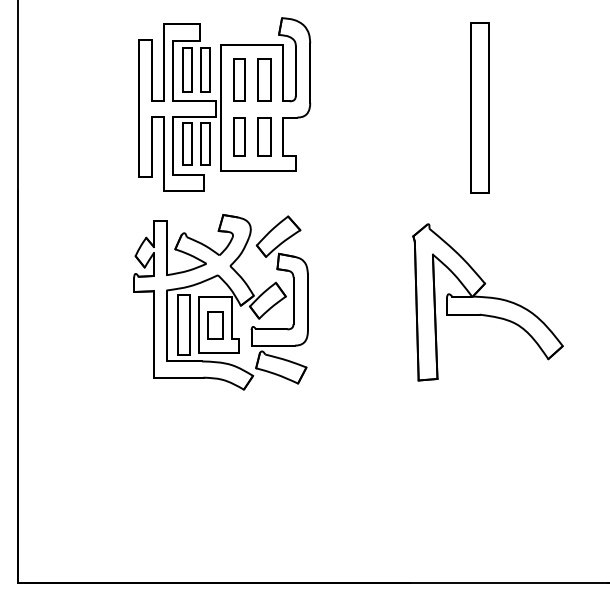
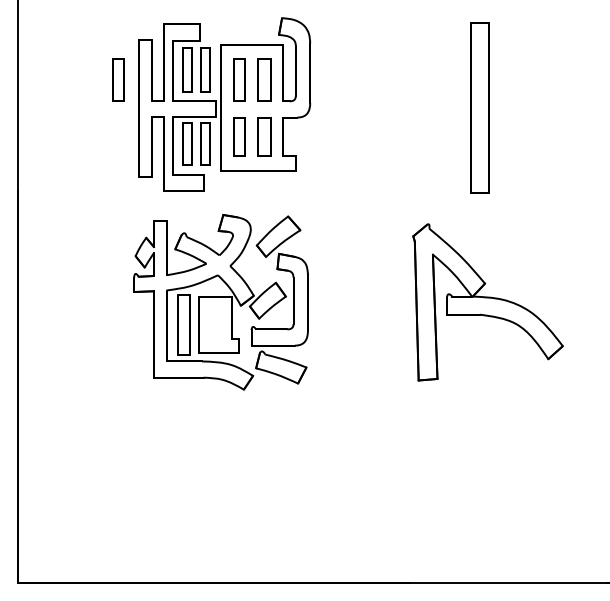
part at (118, 79): none -> present
part at (215, 325): present -> none
